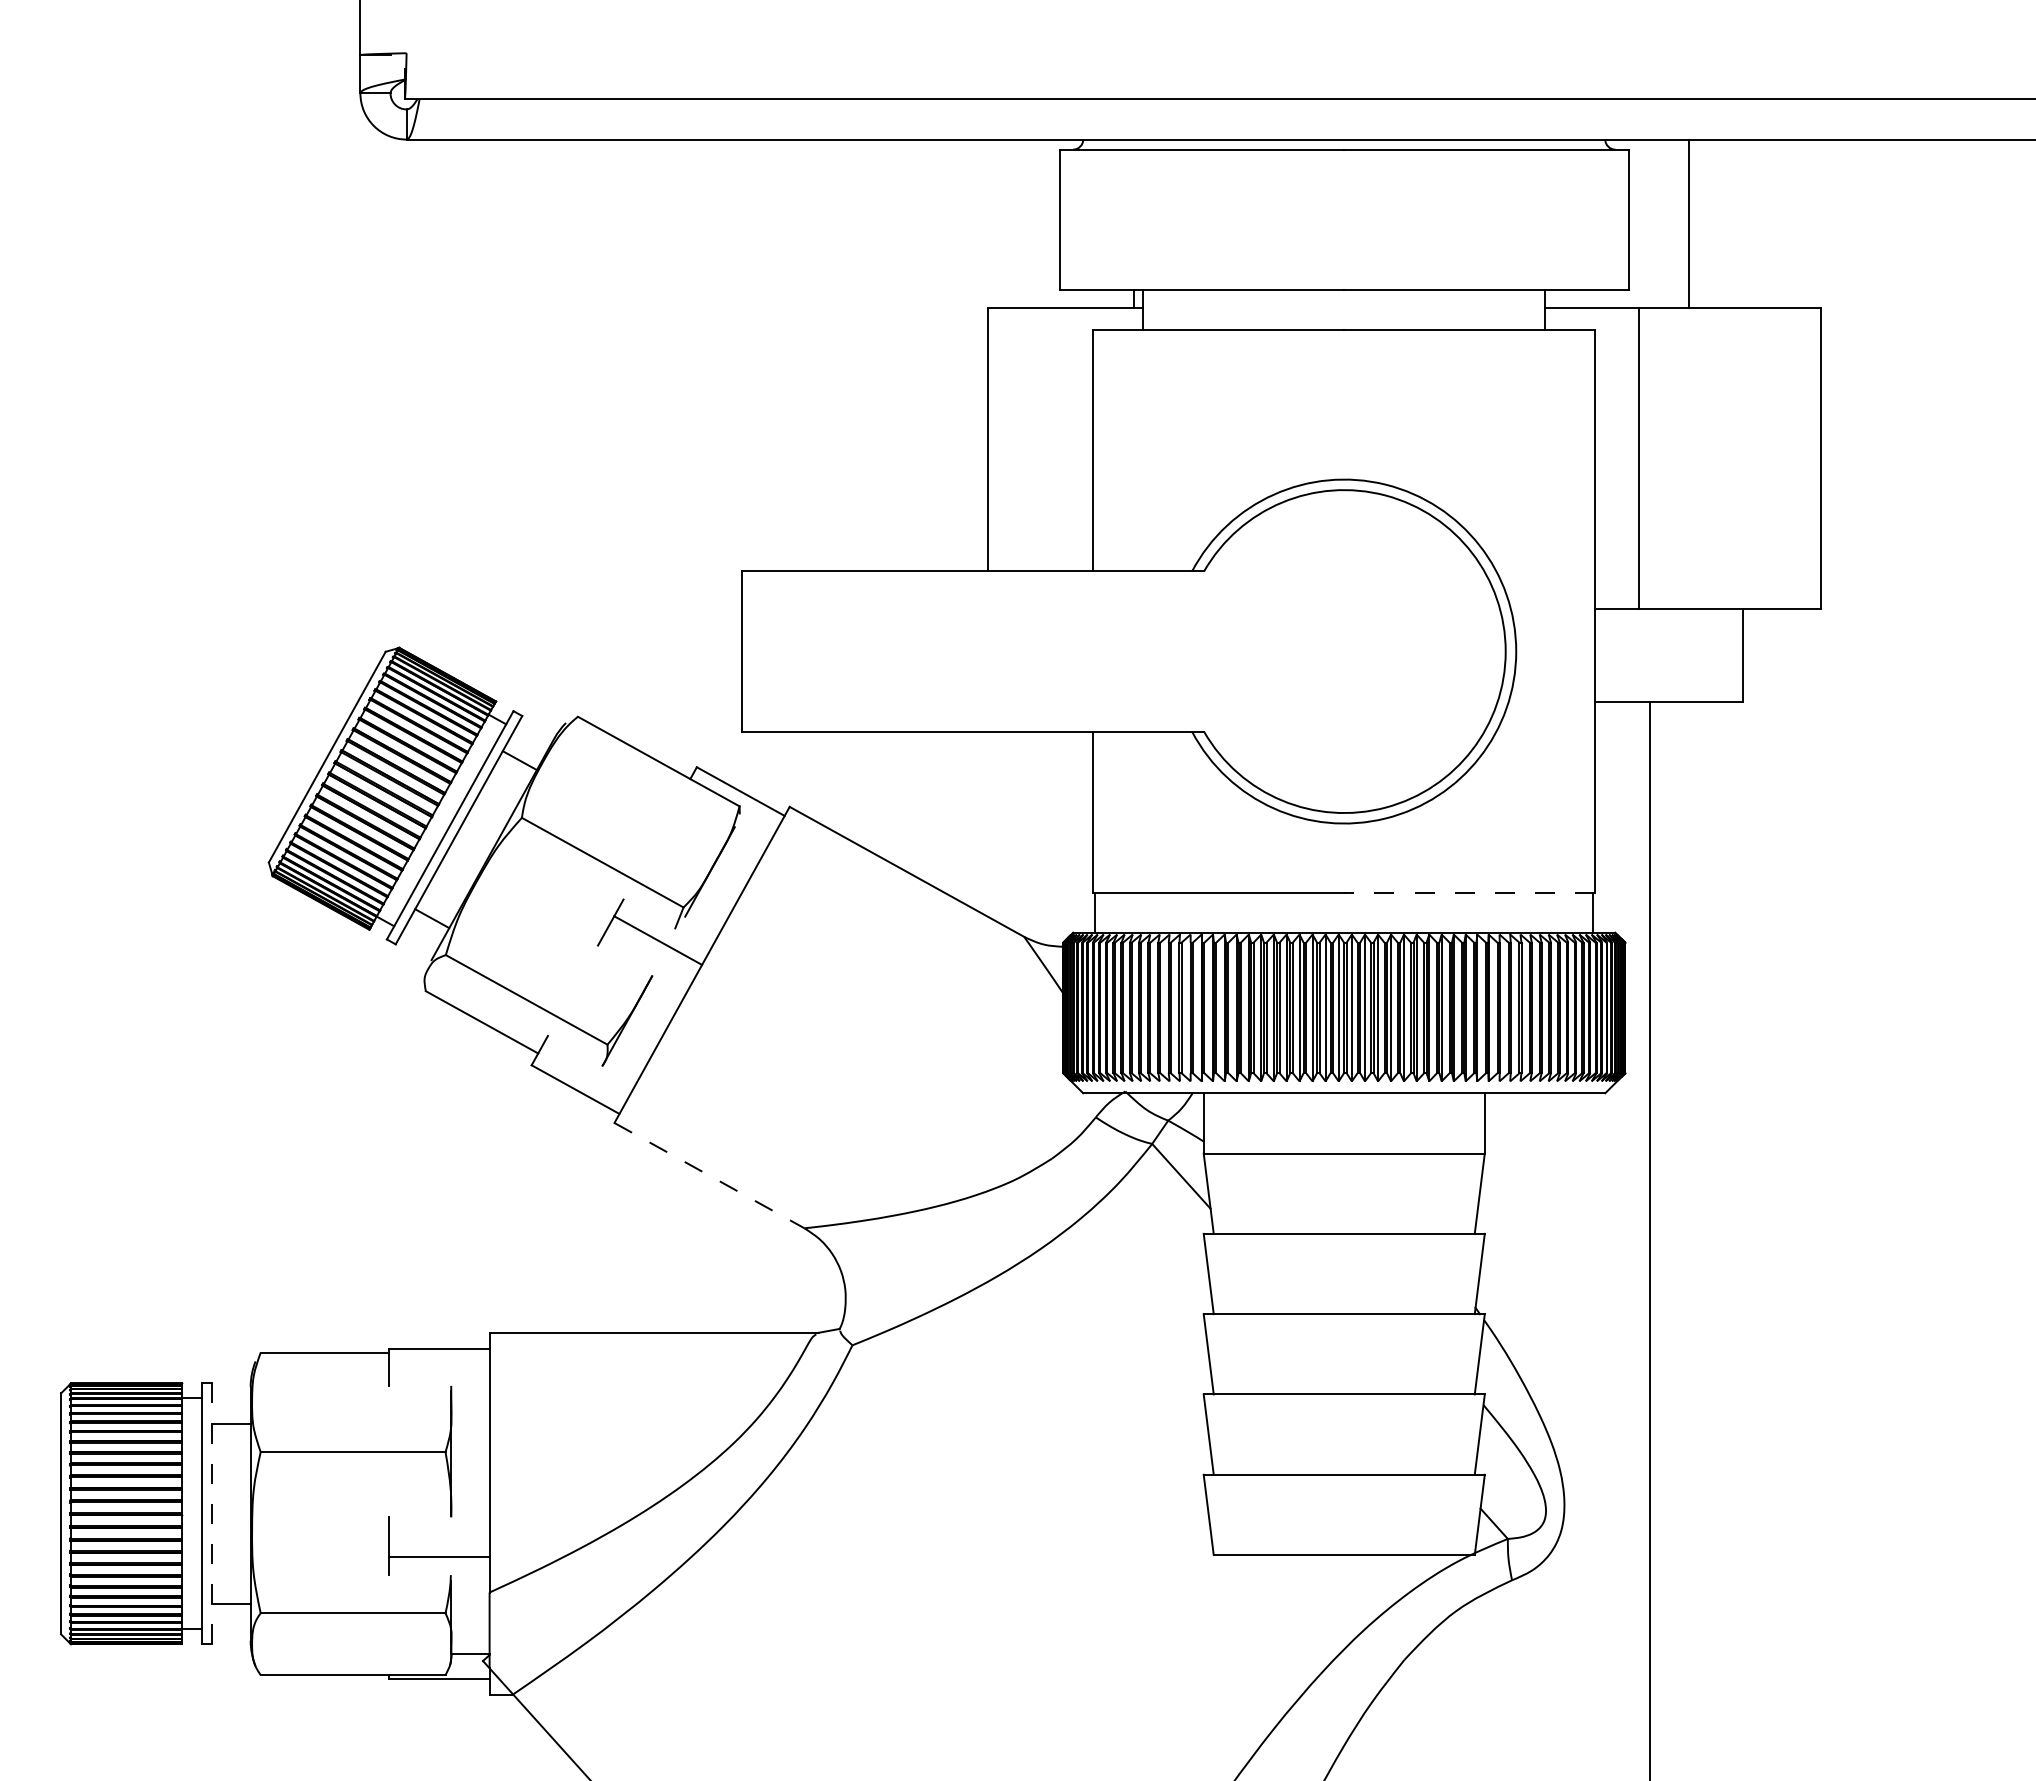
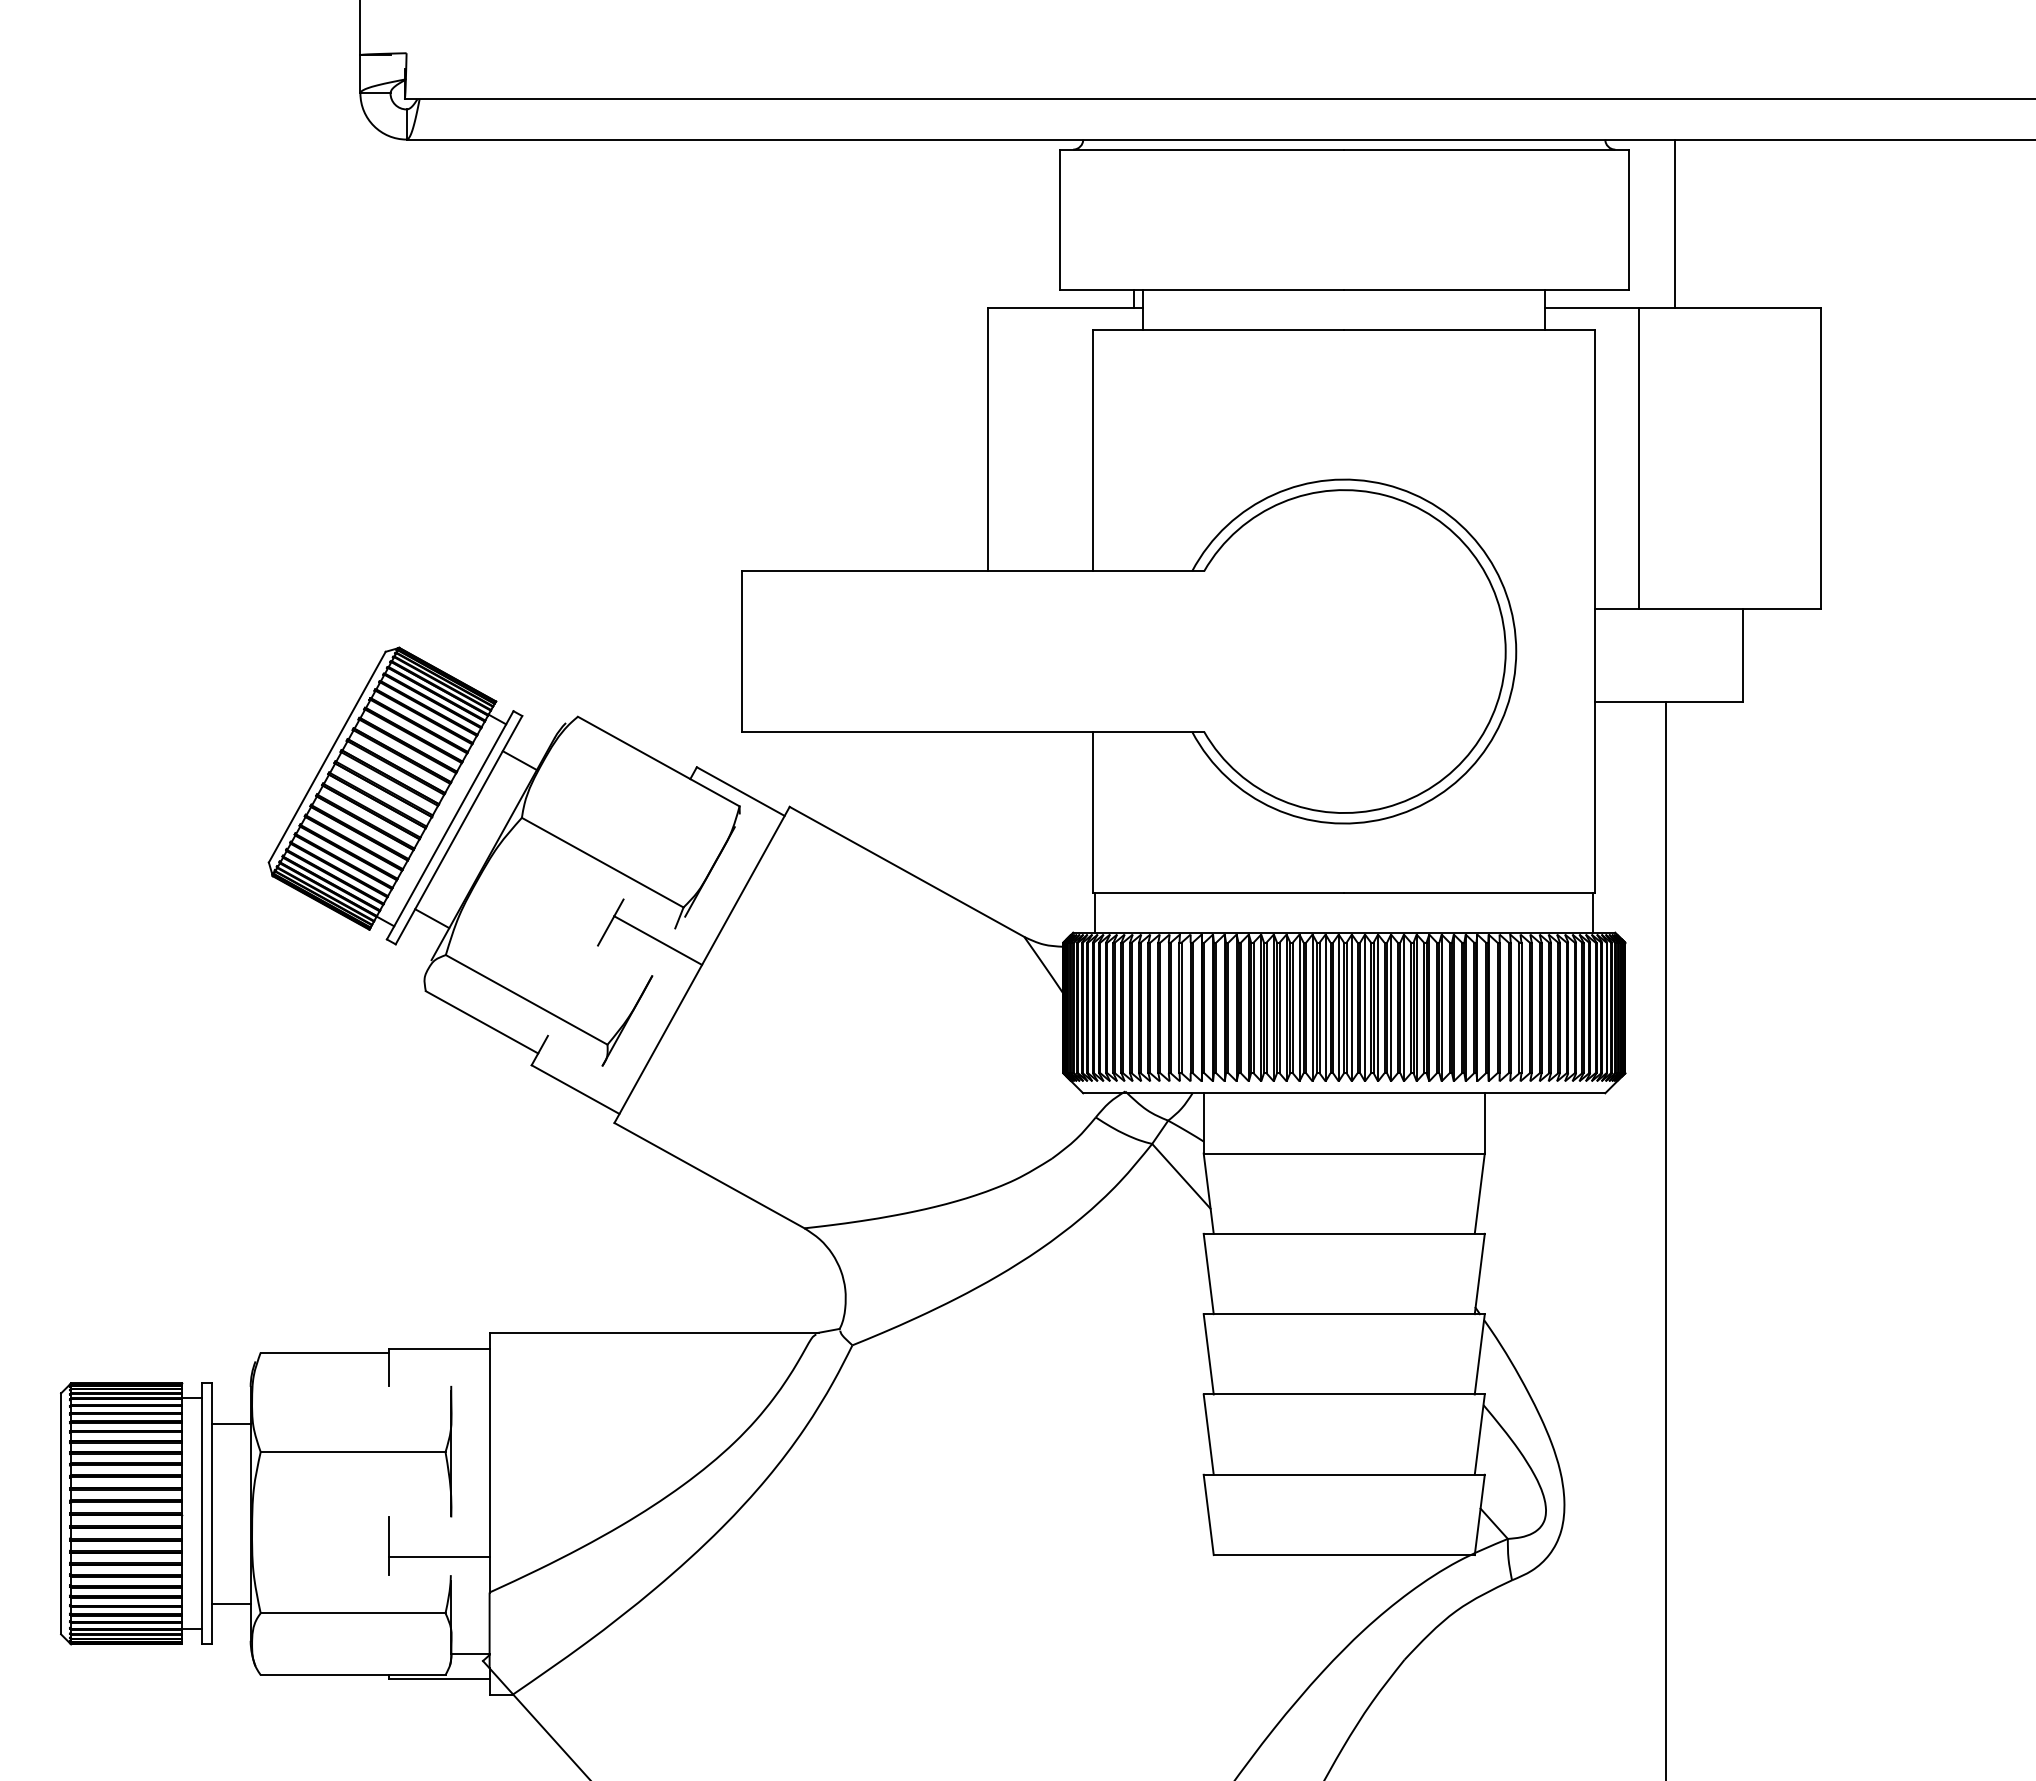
line at (1688, 223) position: (1688, 223) -> (1674, 223)
line at (1469, 892): dashed -> solid
line at (709, 1175): dashed -> solid
line at (1649, 1239) position: (1649, 1239) -> (1665, 1239)
line at (211, 1513): dashed -> solid
